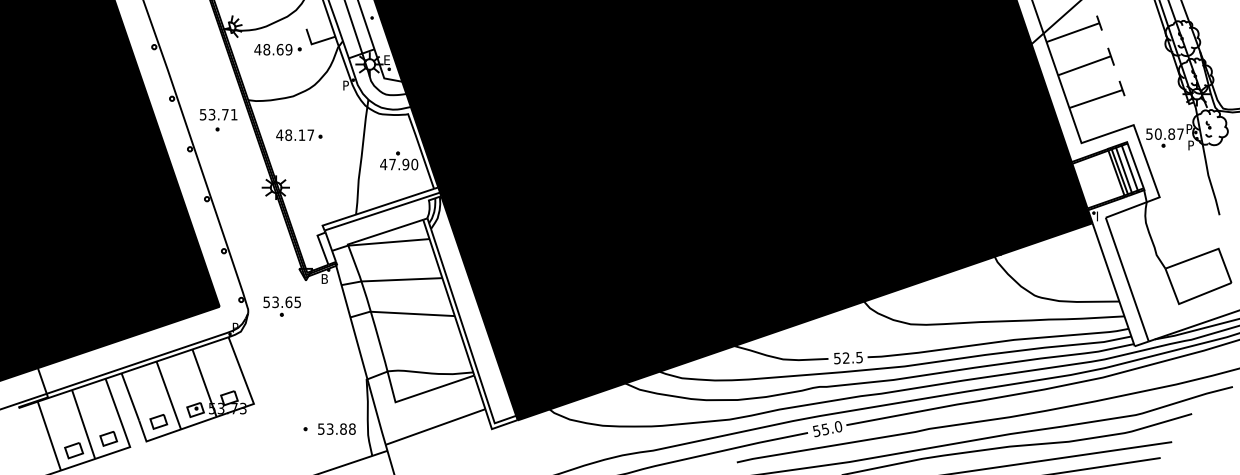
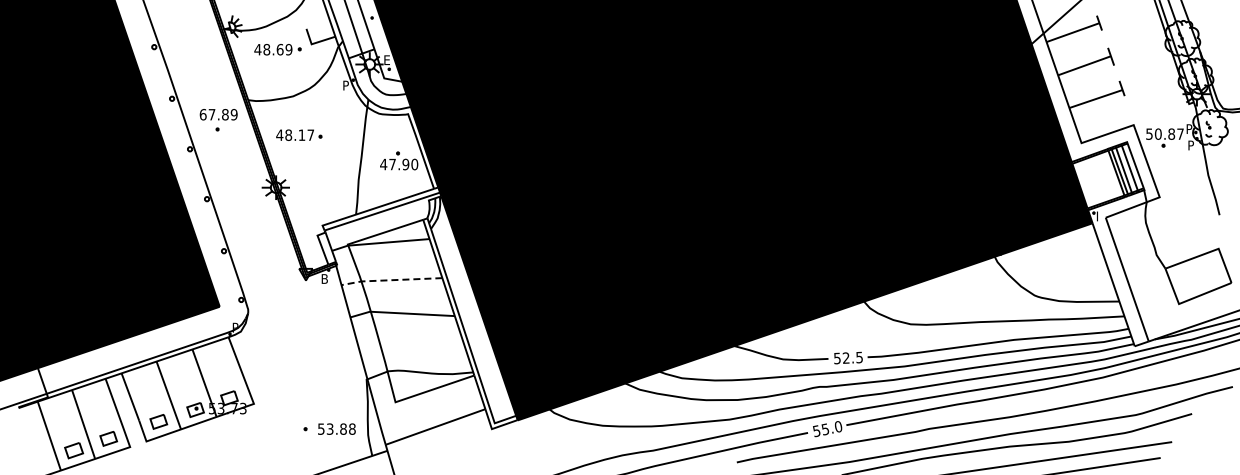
text at (218, 114): 53.71 -> 67.89
line at (391, 280): solid -> dashed
part at (281, 306): present -> none
